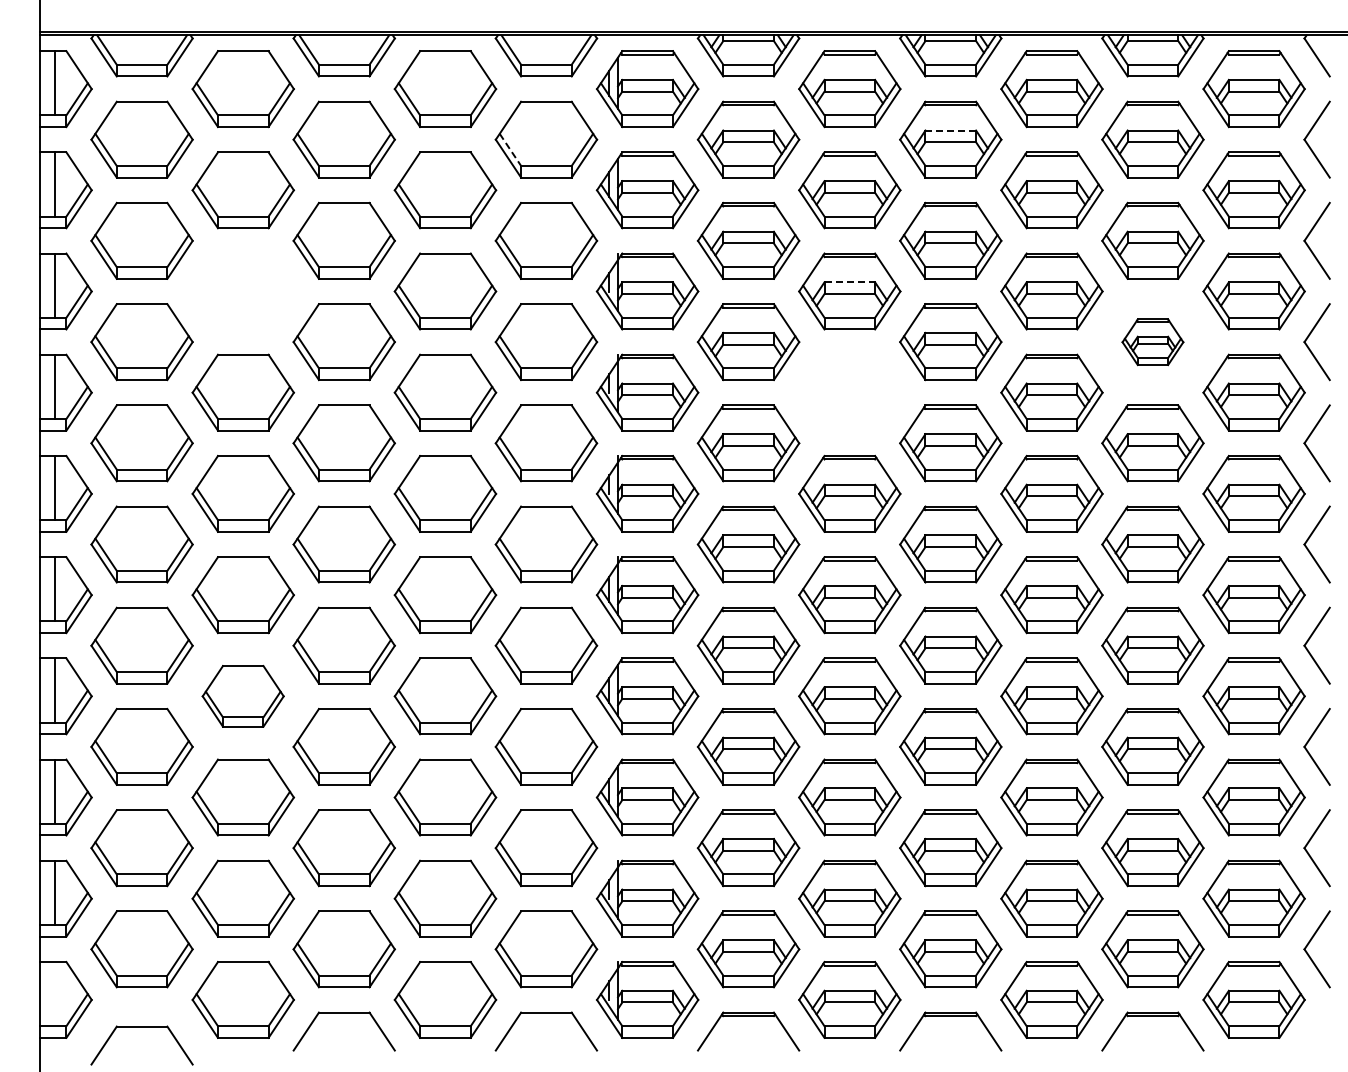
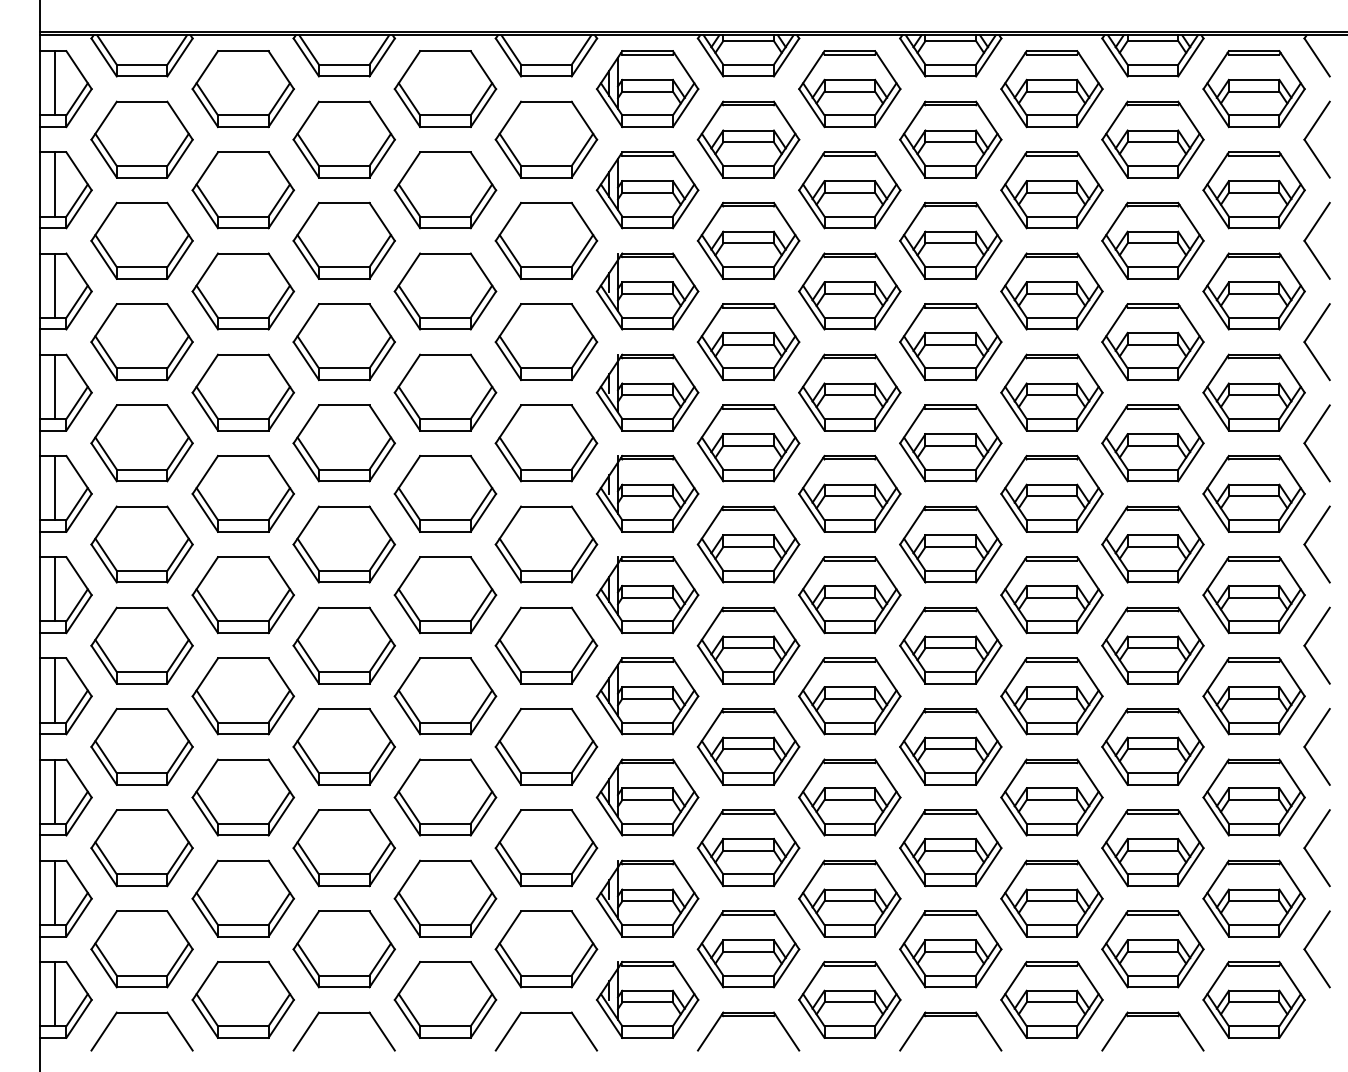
line at (951, 130): dashed -> solid
line at (510, 150): dashed -> solid
line at (850, 282): dashed -> solid
part at (243, 291): none -> present
part at (1152, 342) size: 64x49 px -> 104x79 px
part at (849, 392): none -> present
part at (242, 696) size: 84x63 px -> 104x79 px
line at (54, 994): none -> present
part at (141, 1027) position: (141, 1027) -> (141, 1013)
